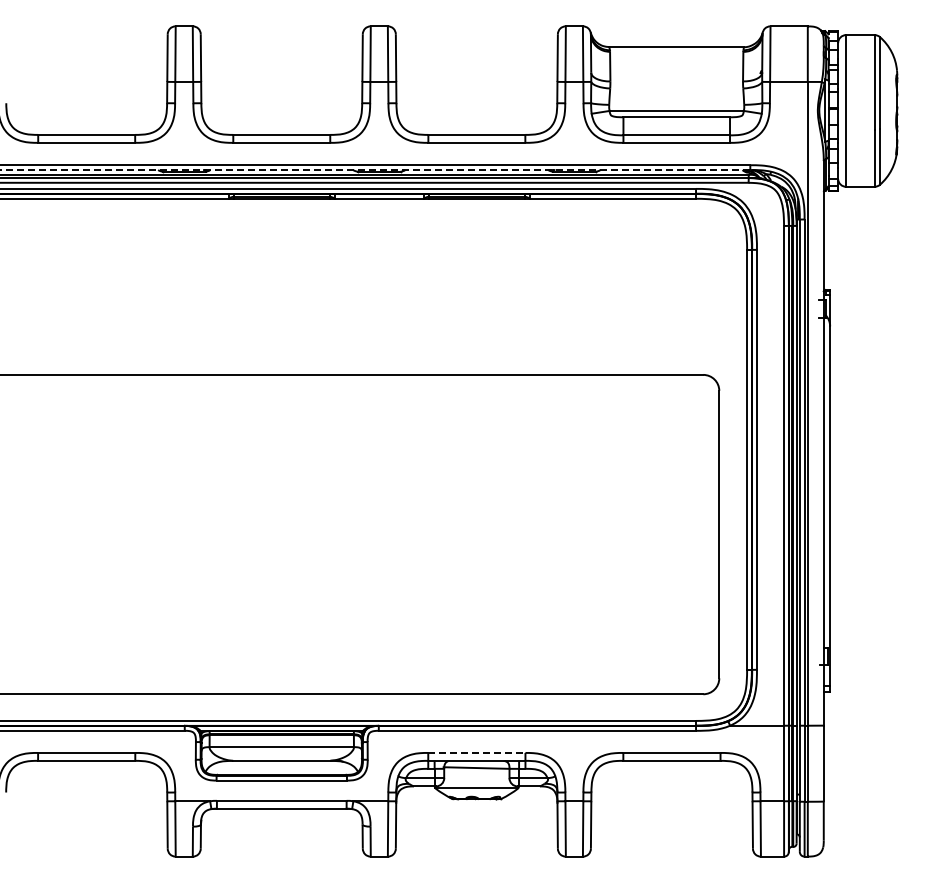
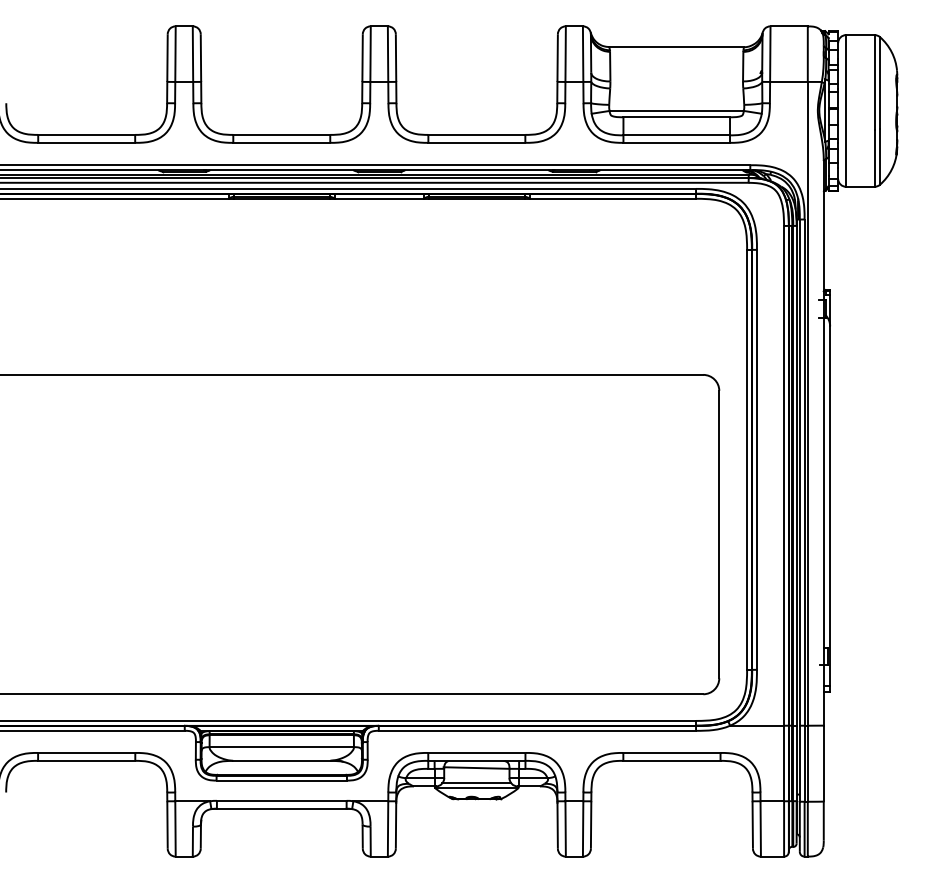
line at (375, 170): dashed -> solid
line at (476, 752): dashed -> solid
line at (476, 783): none -> present
